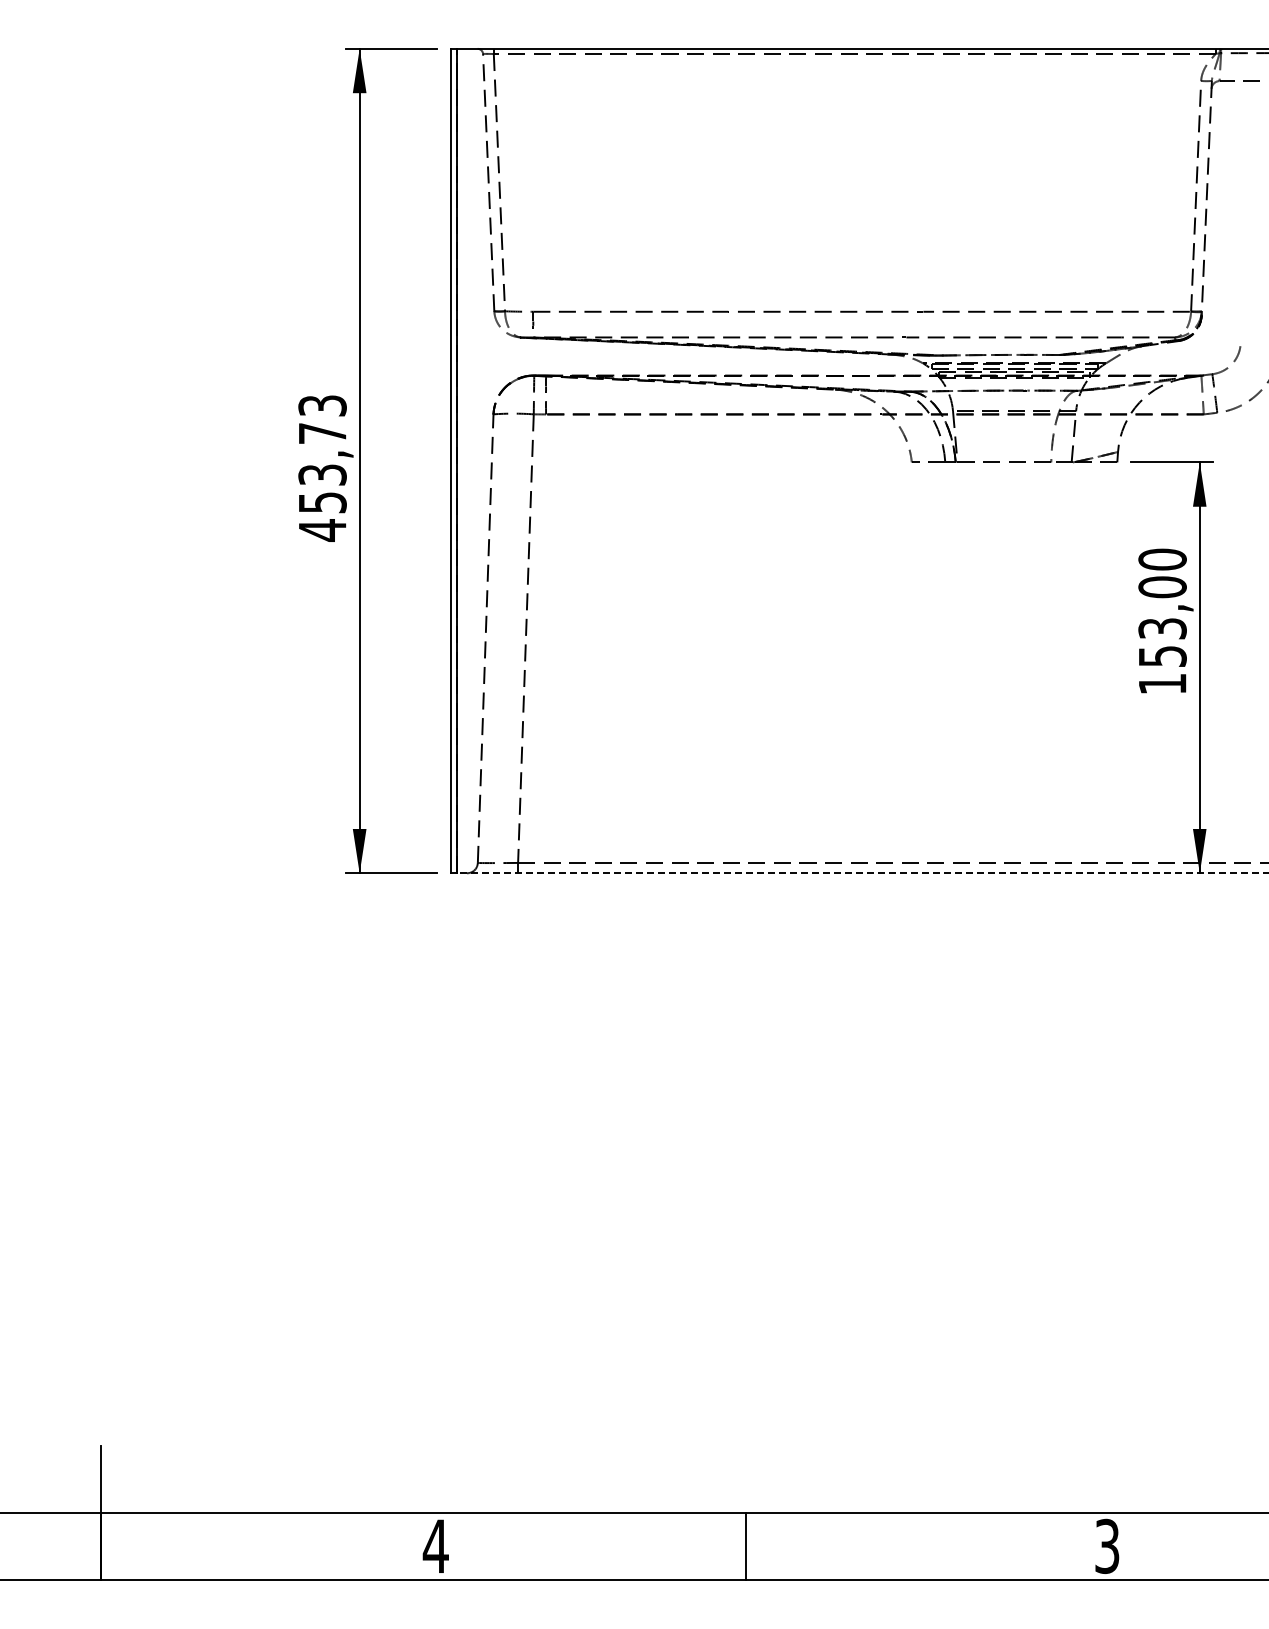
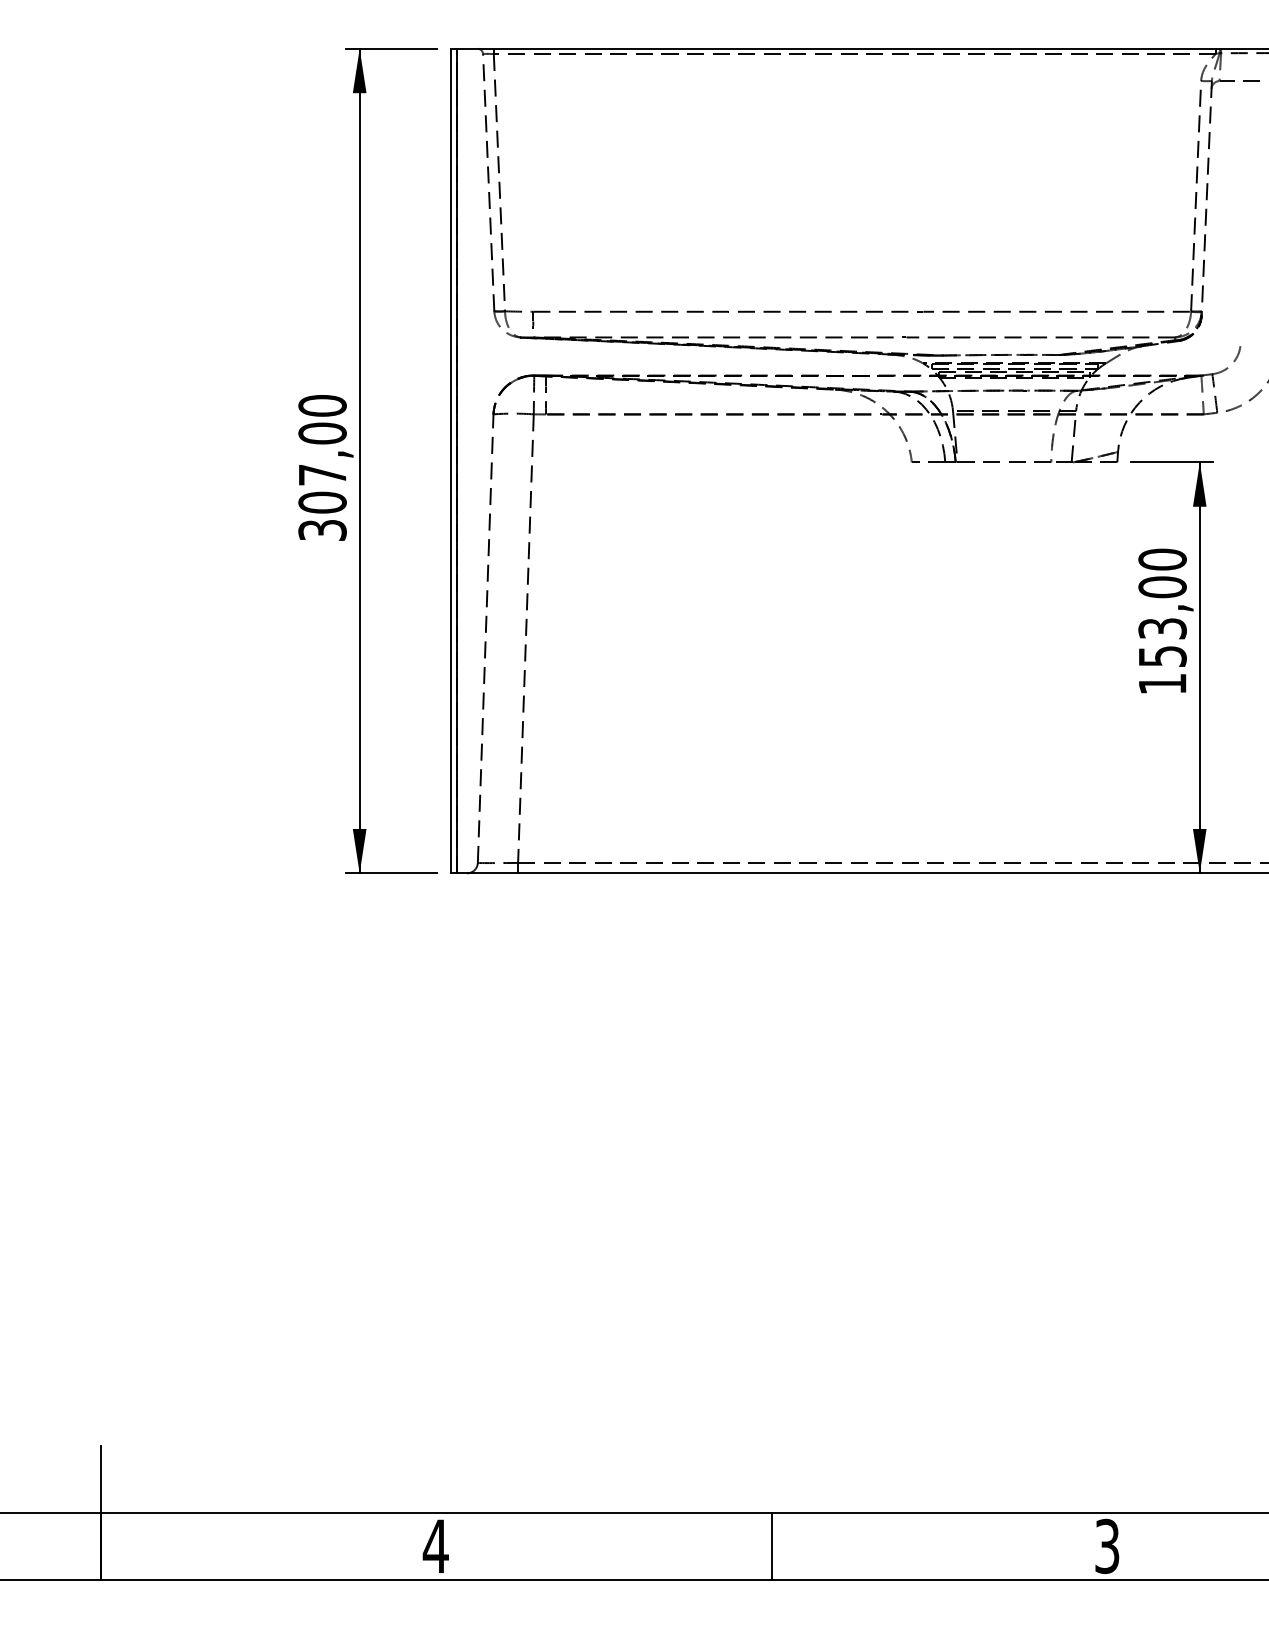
text at (322, 468): 453,73 -> 307,00
line at (862, 873): dashed -> solid
line at (746, 1546) position: (746, 1546) -> (772, 1546)
